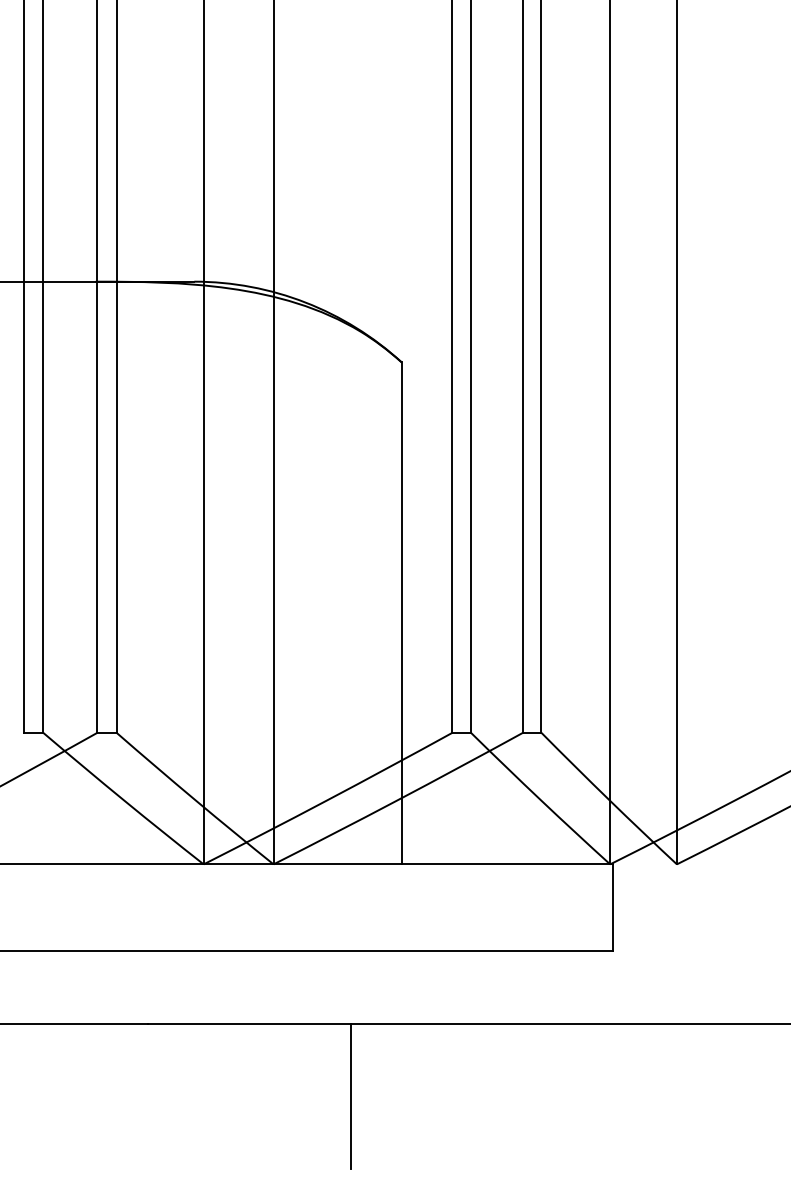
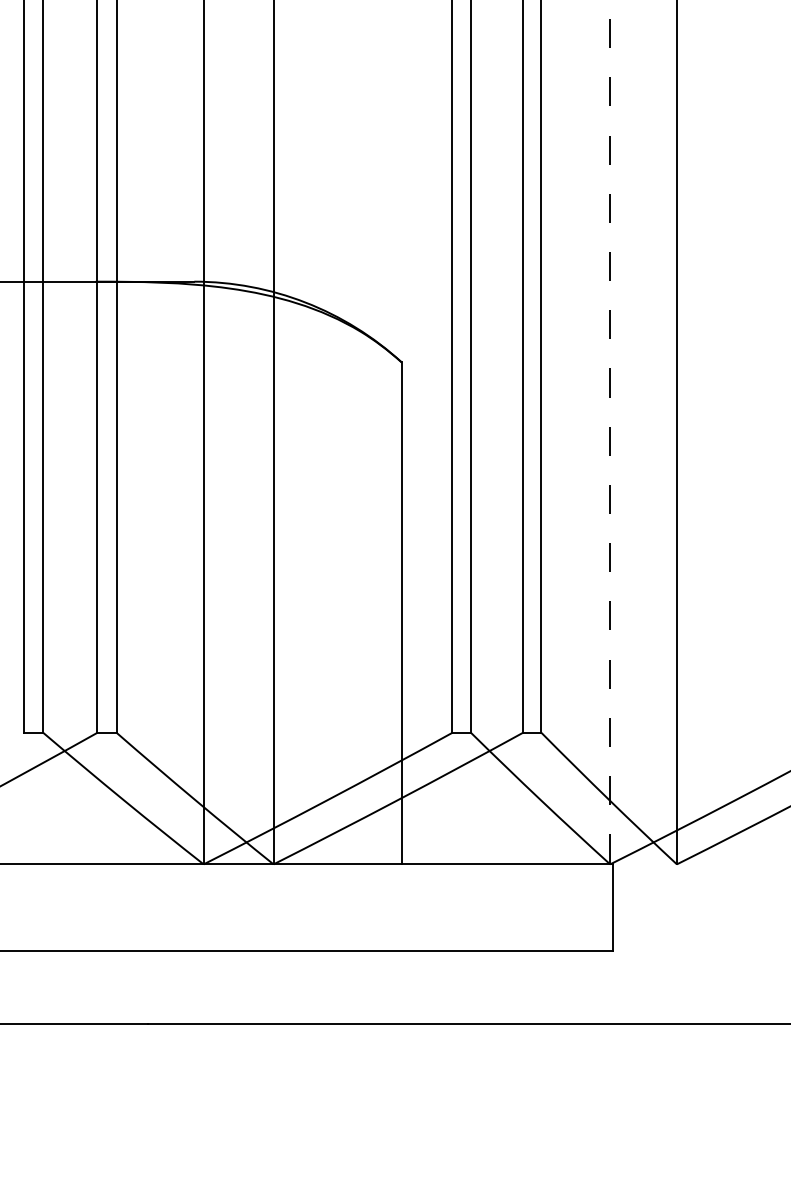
line at (610, 432): solid -> dashed
line at (351, 1096): present -> none
